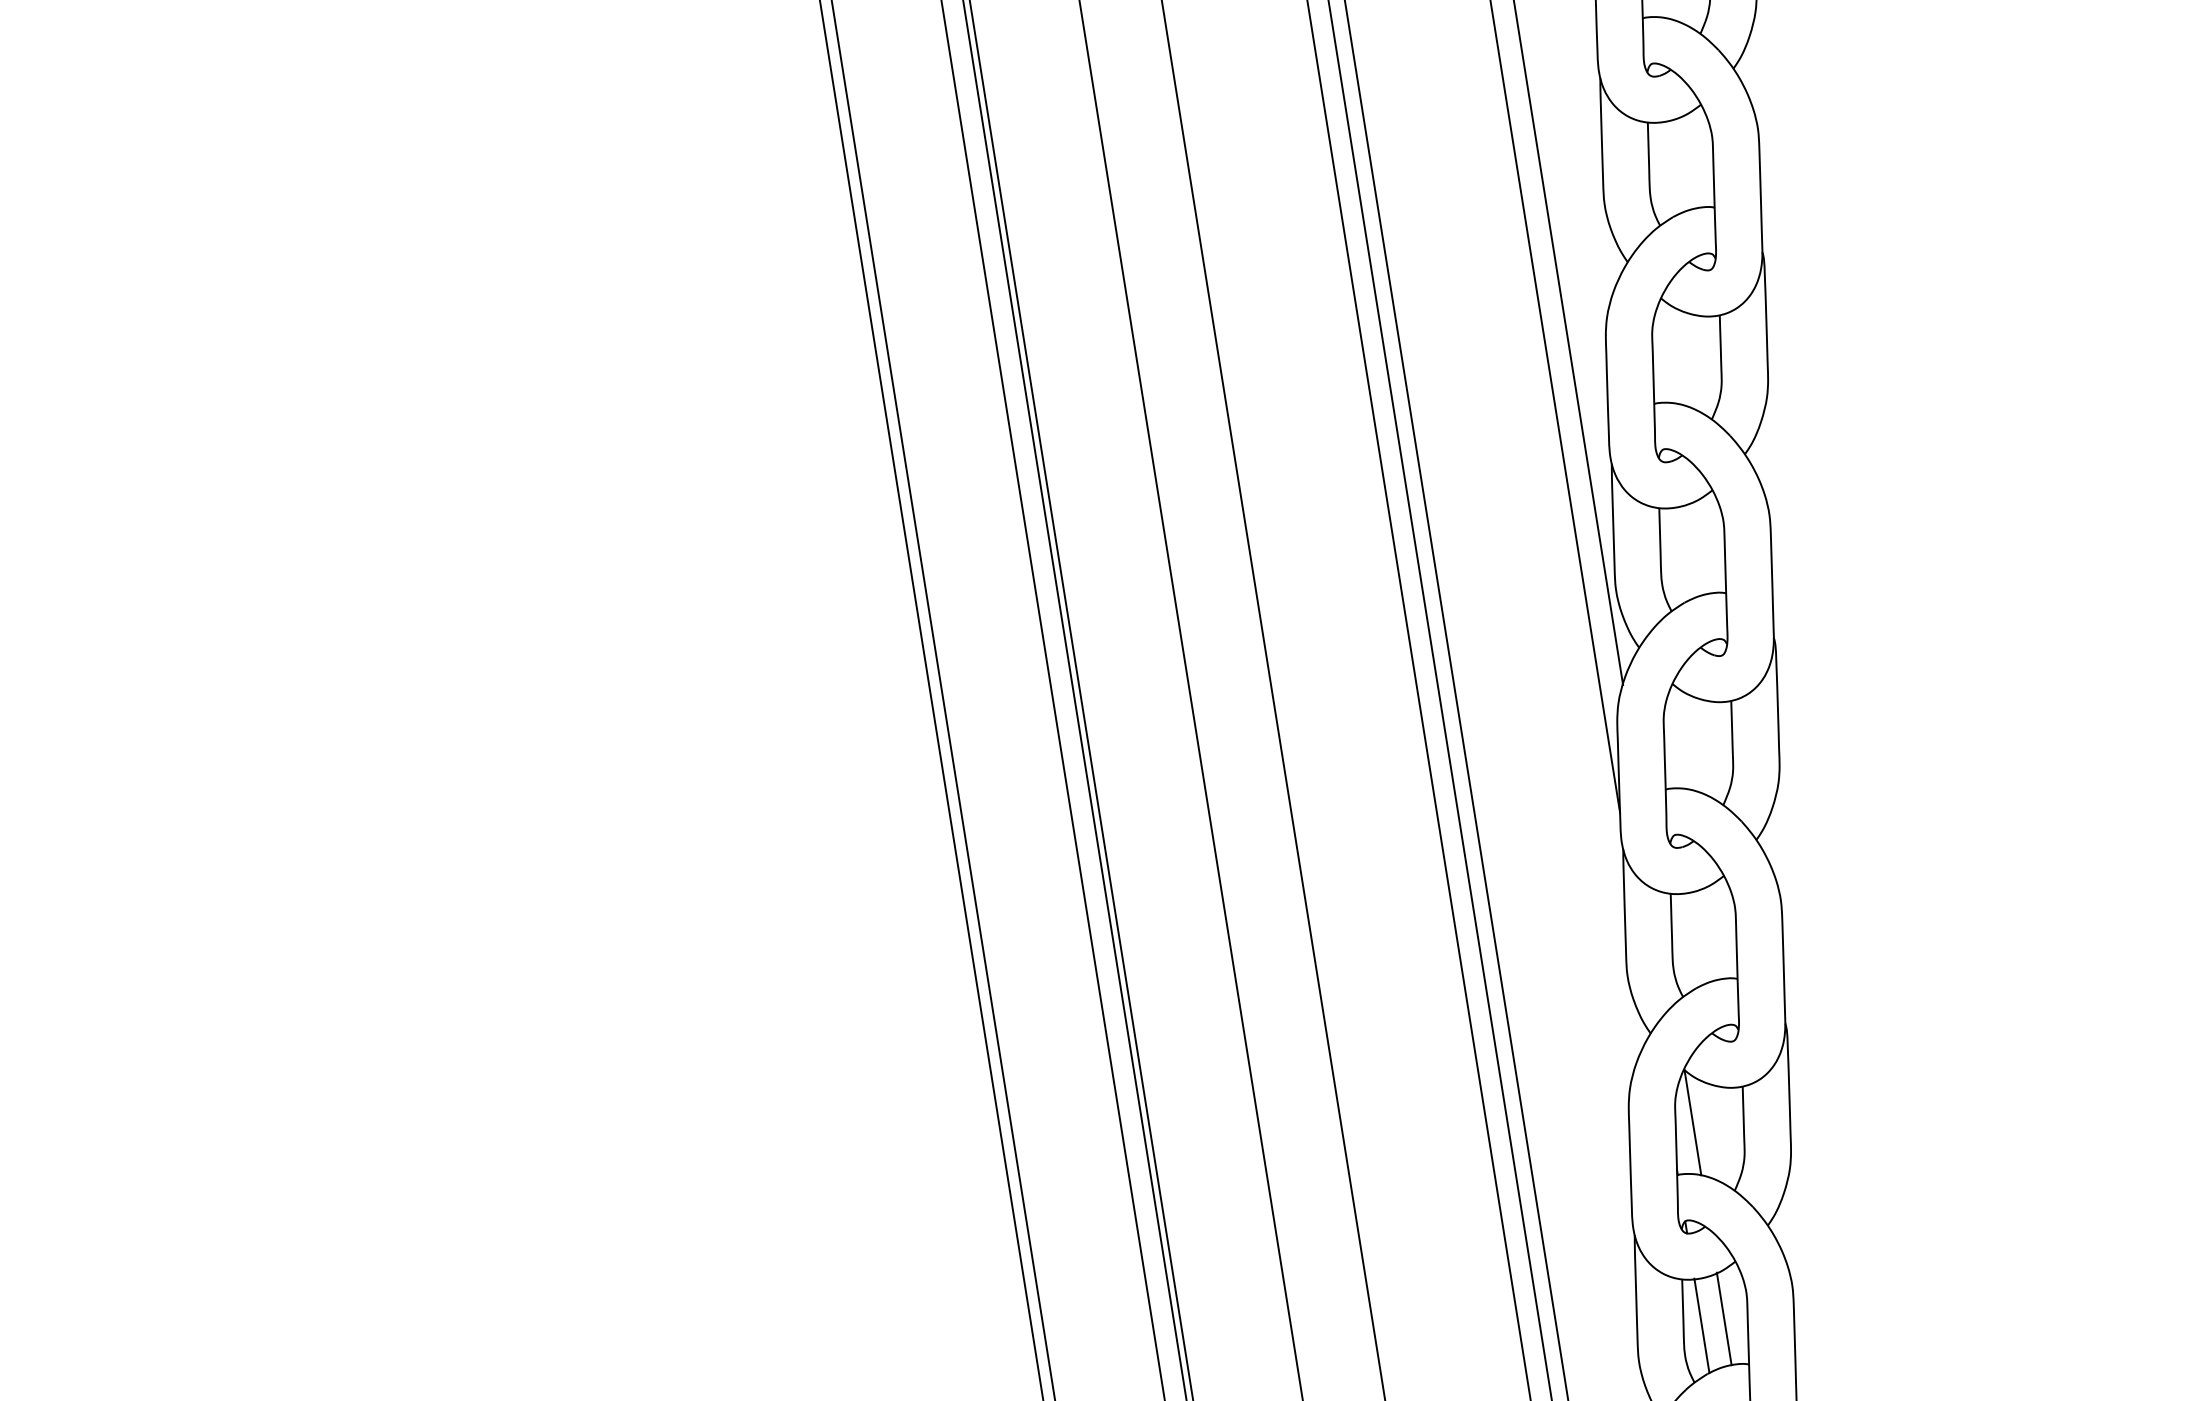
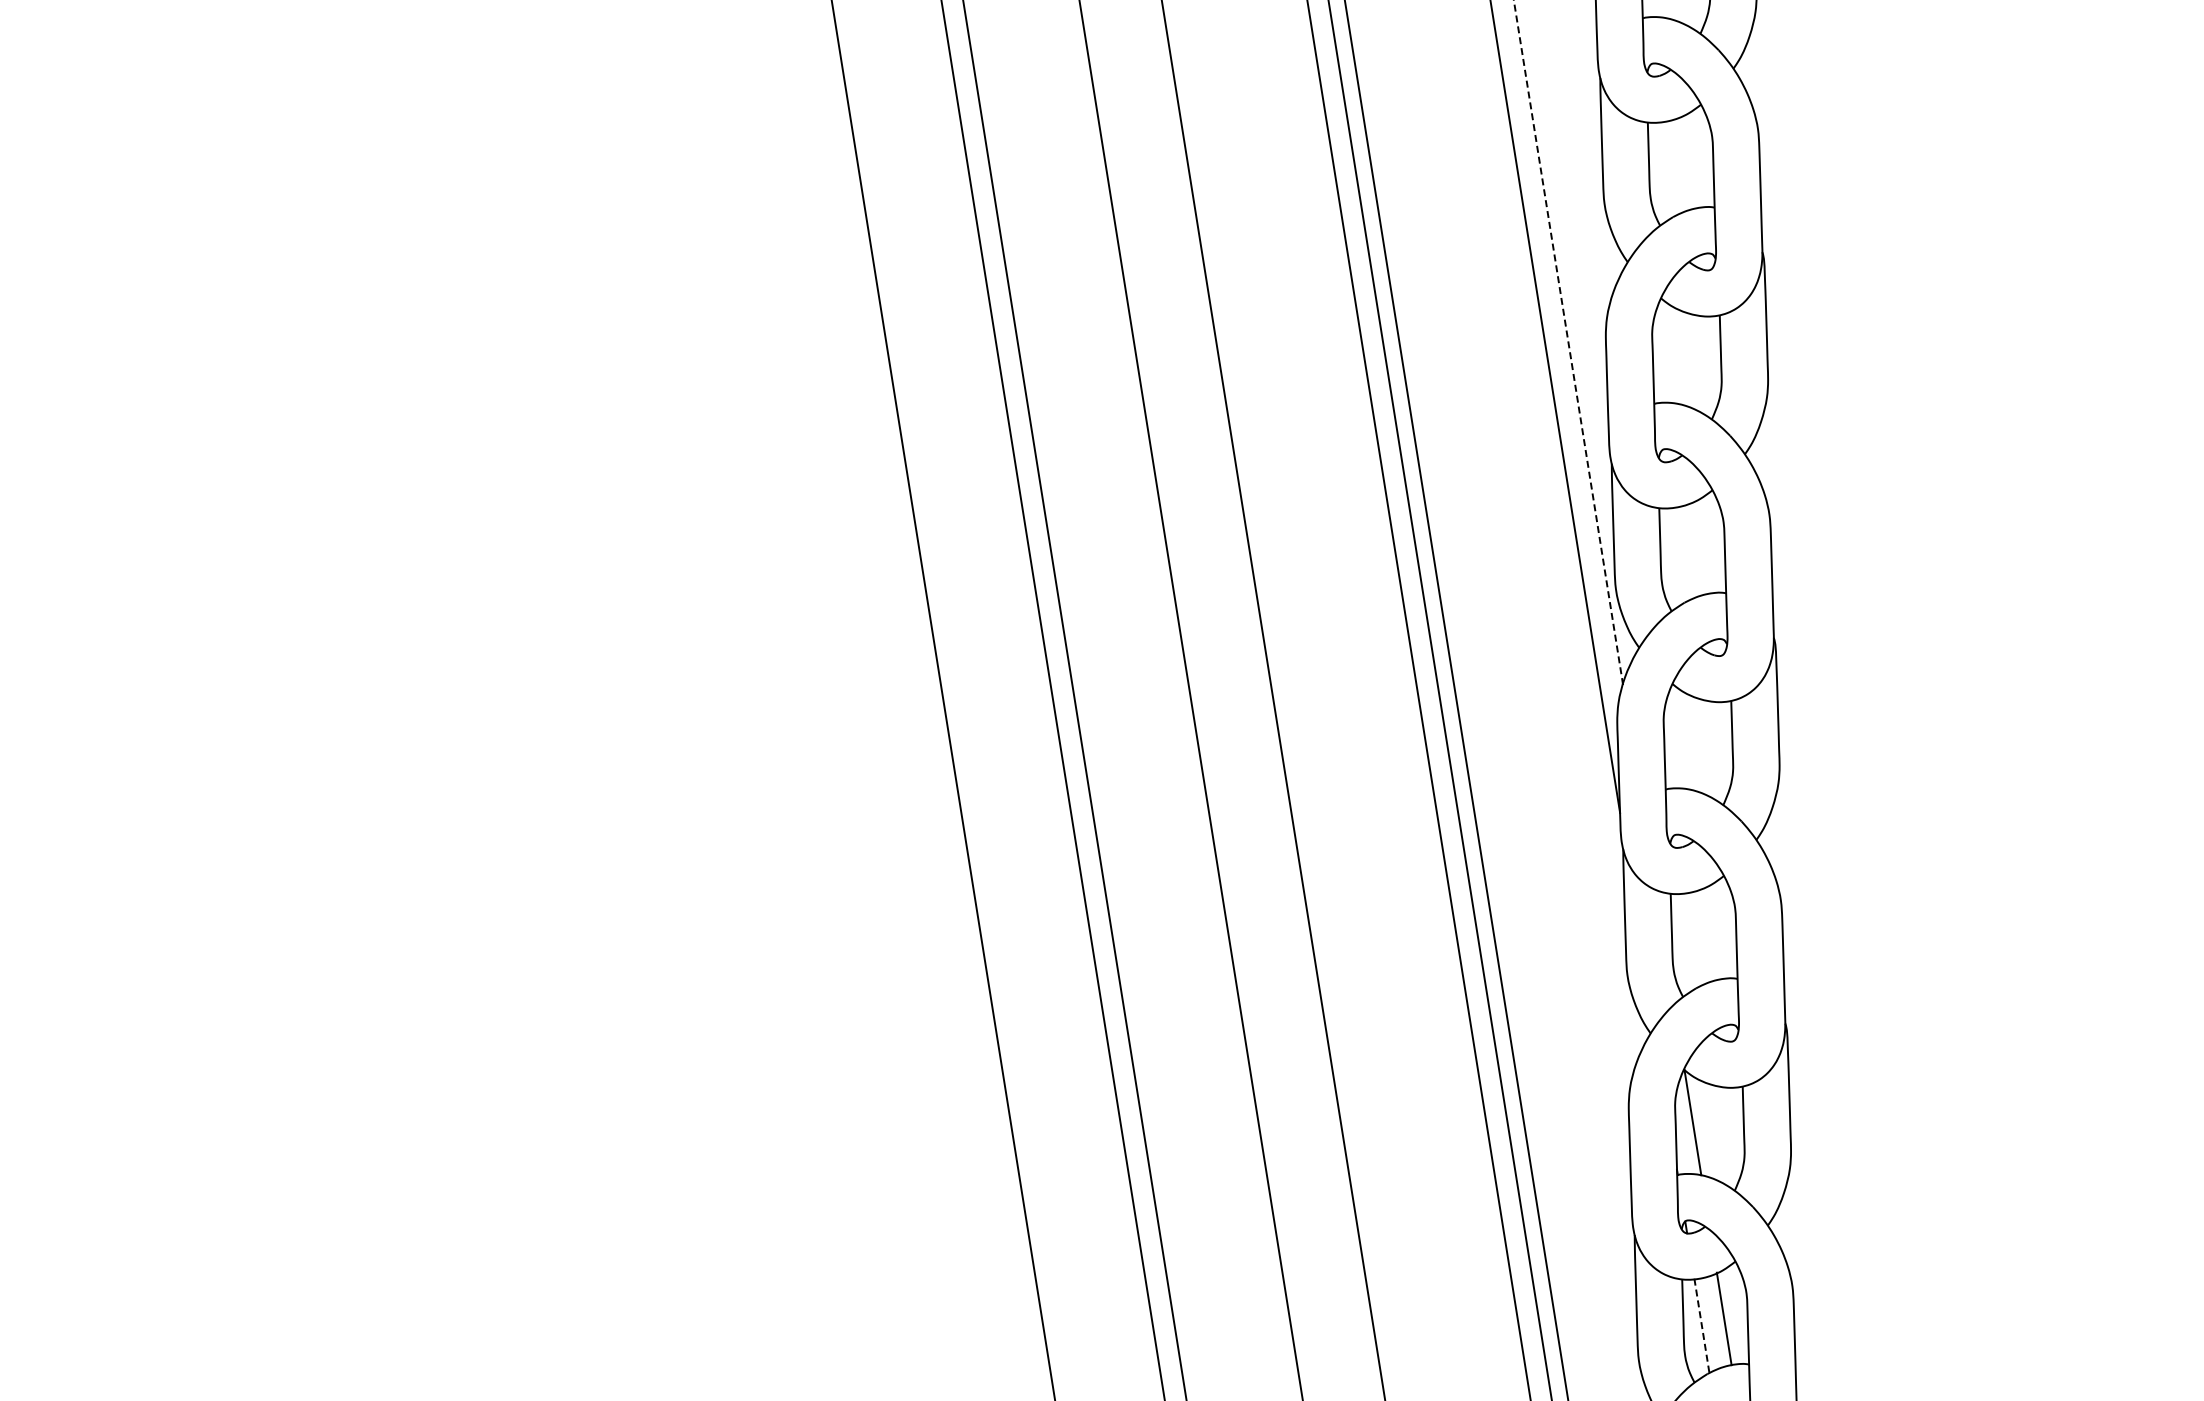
line at (1568, 342): solid -> dashed
line at (931, 699): present -> none
line at (1081, 699): present -> none
line at (1701, 1325): solid -> dashed
